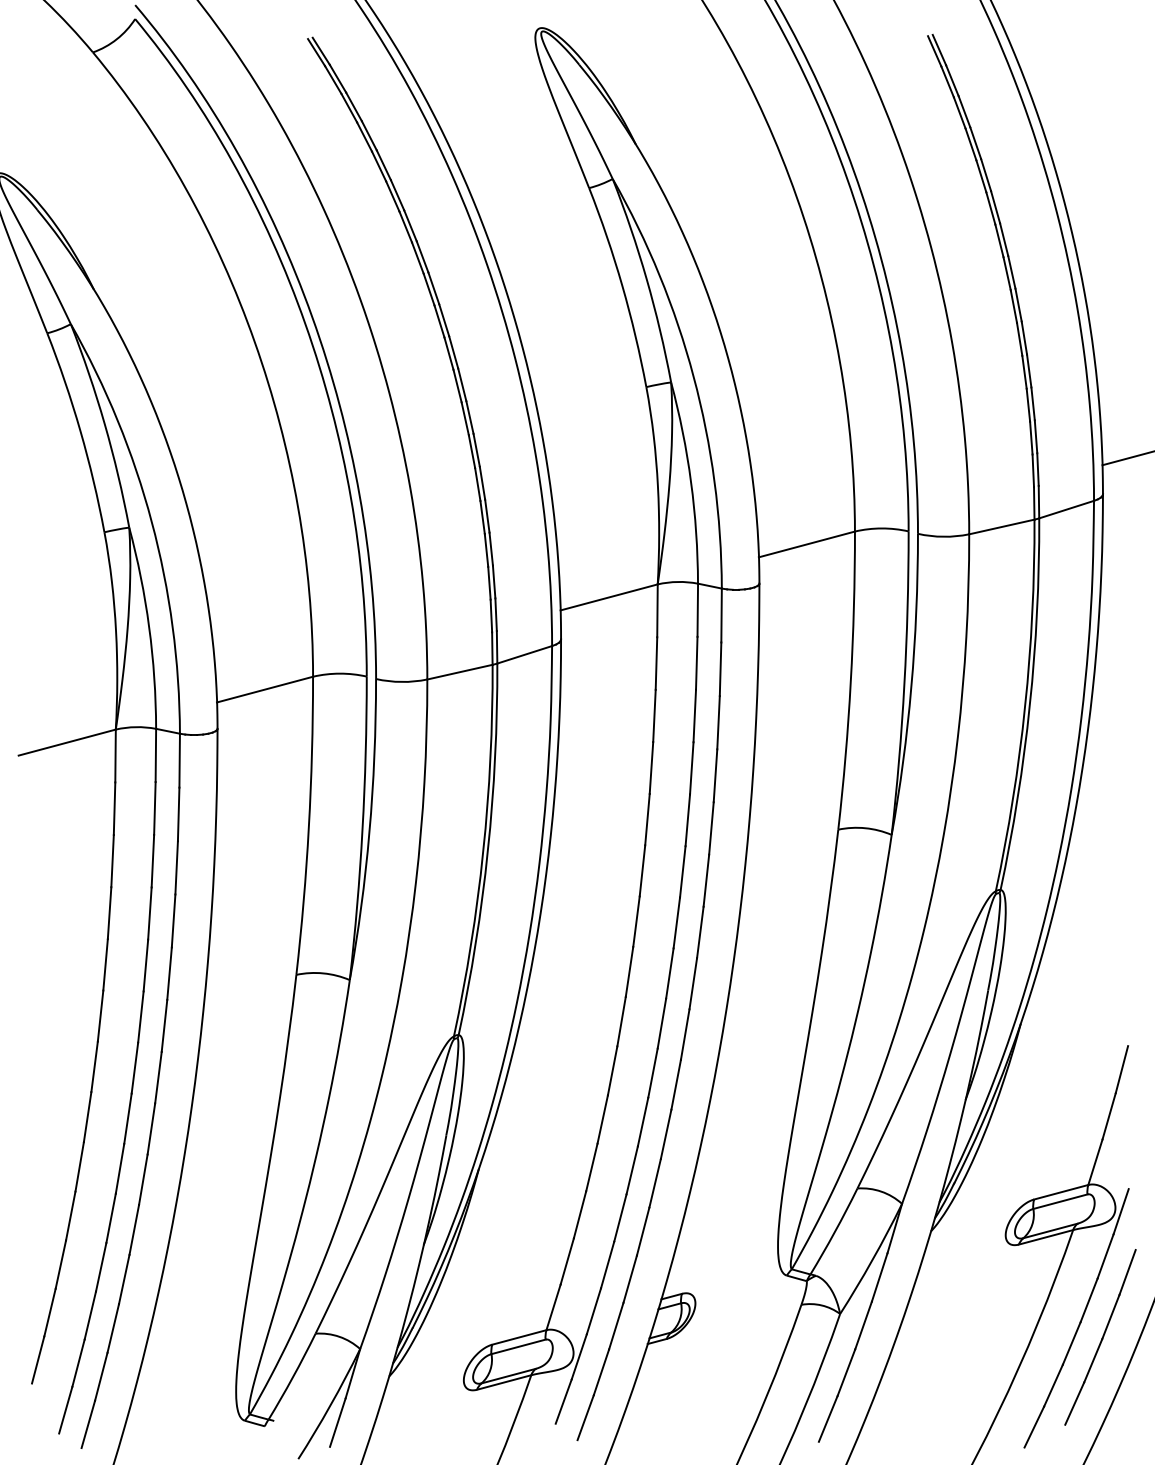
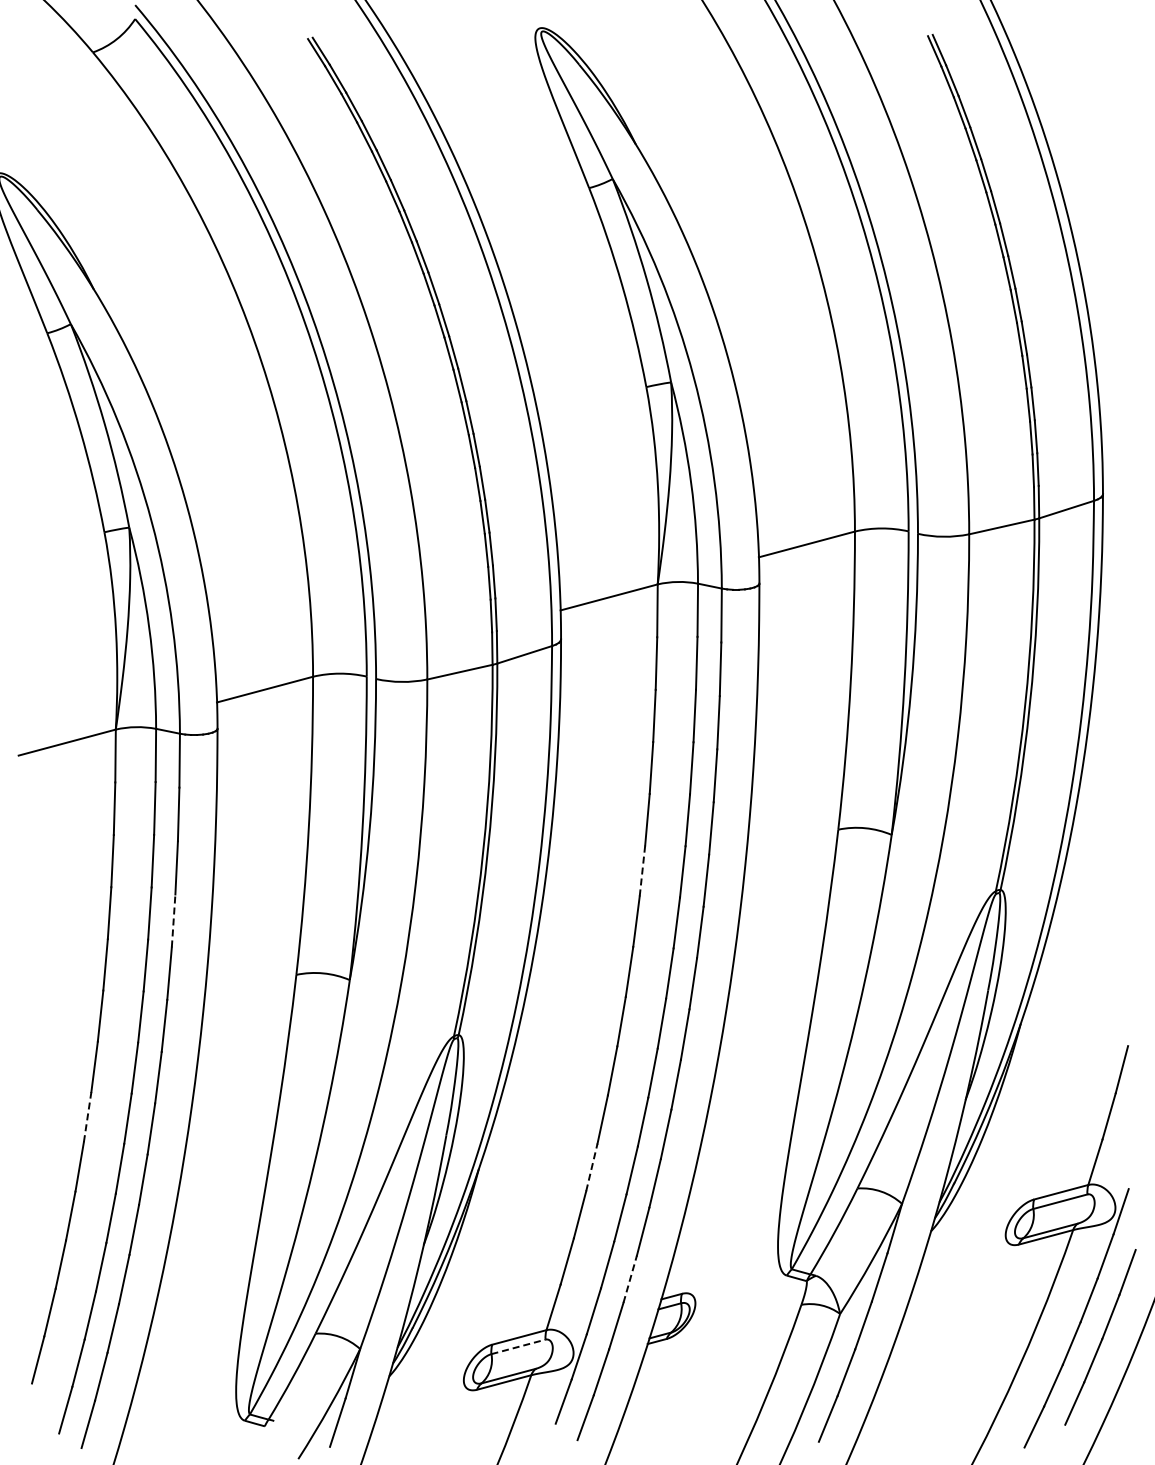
line at (1126, 458): present -> none
line at (642, 870): solid -> dashed
line at (173, 920): solid -> dashed
line at (87, 1116): solid -> dashed
line at (591, 1166): solid -> dashed
line at (630, 1279): solid -> dashed
line at (519, 1346): solid -> dashed
